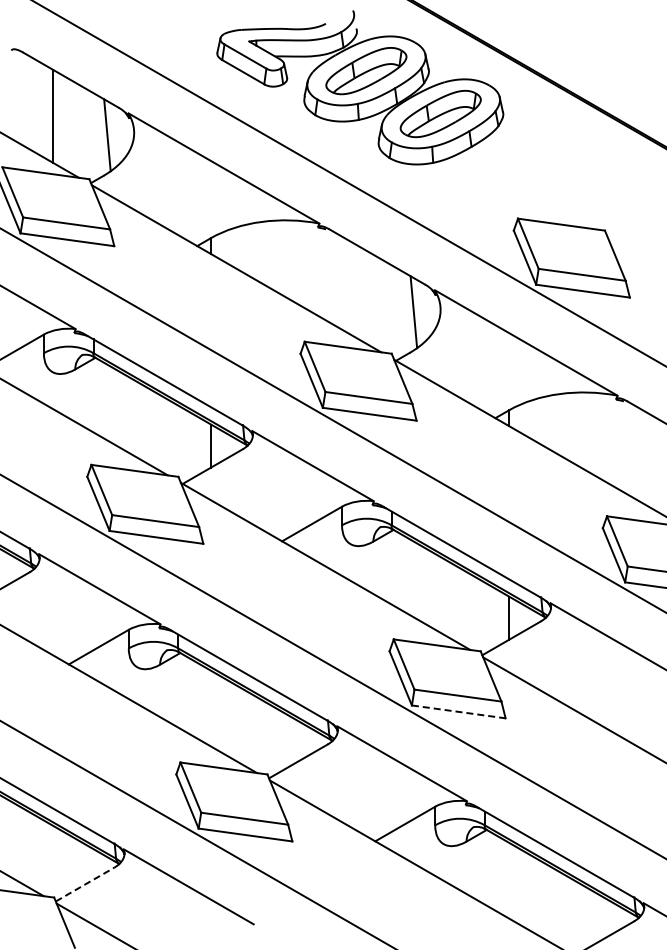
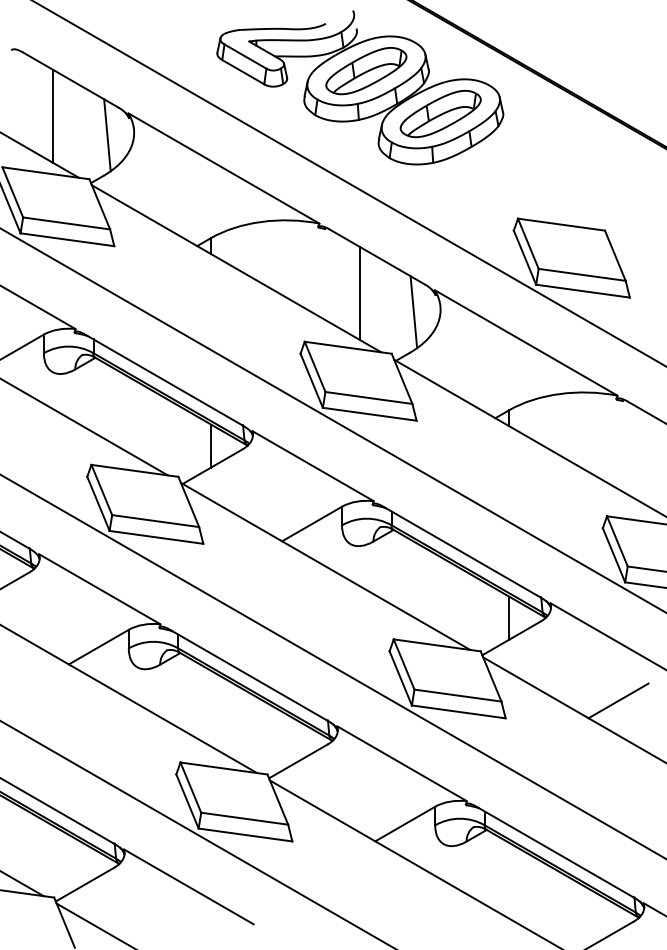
line at (359, 292): none -> present
line at (618, 700): none -> present
line at (459, 711): dashed -> solid
line at (85, 884): dashed -> solid
